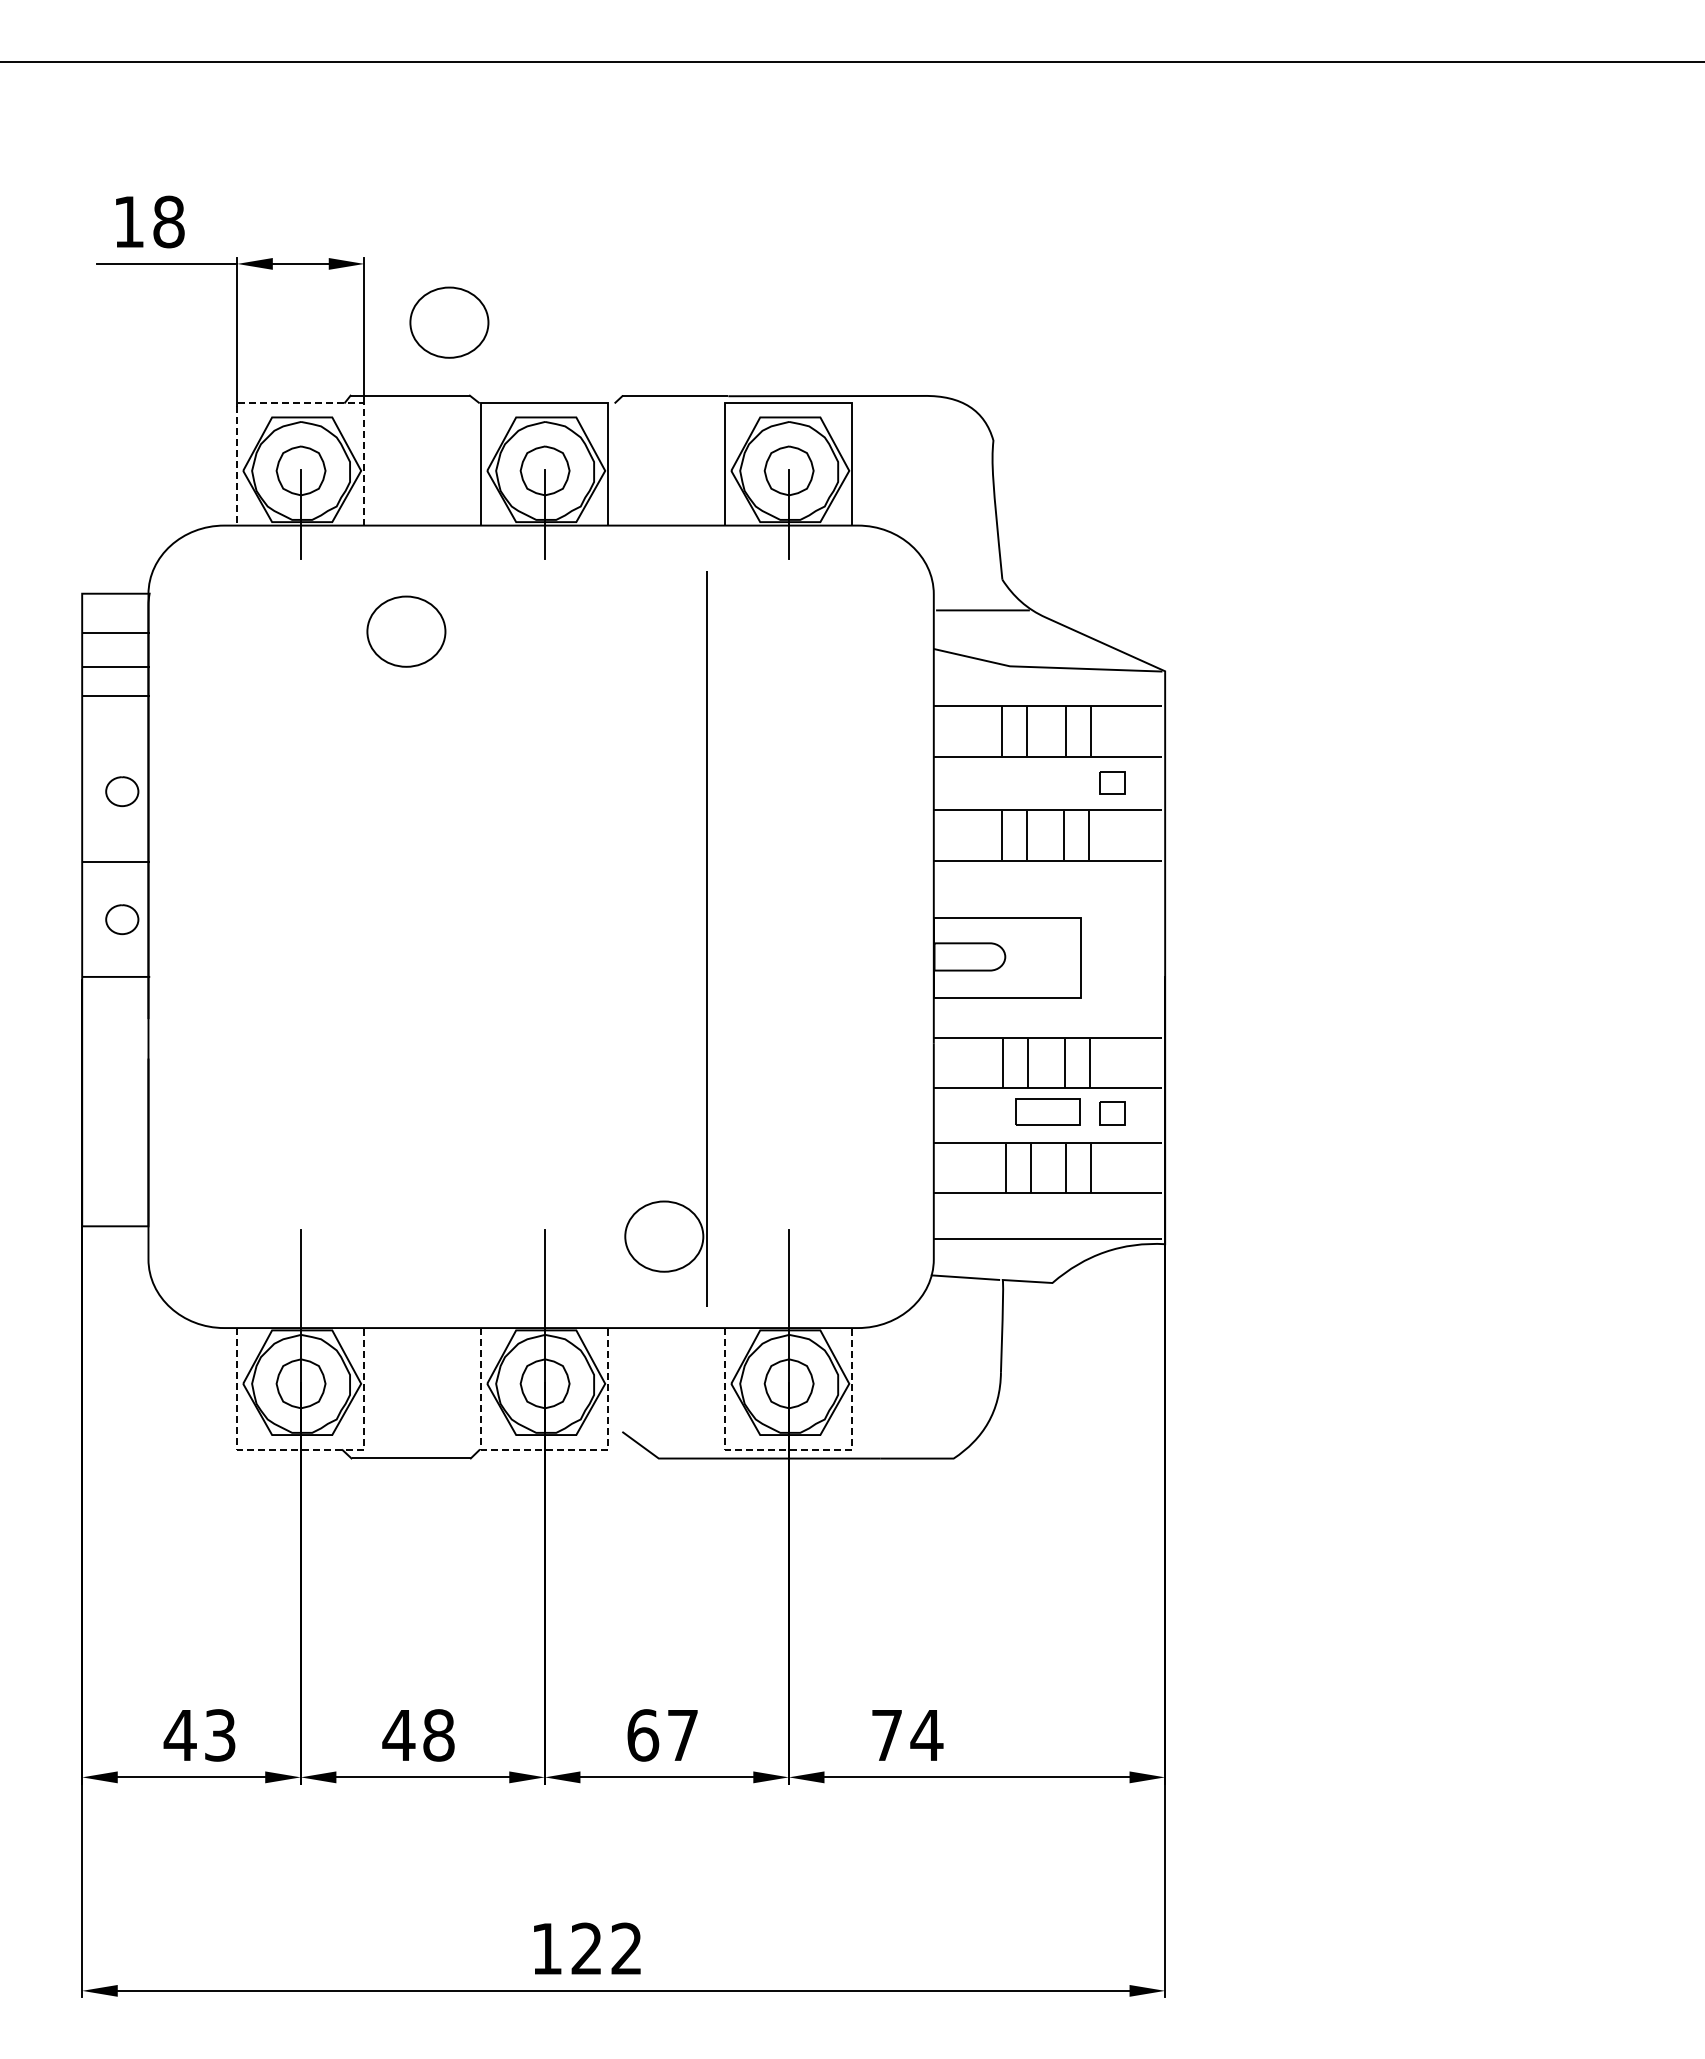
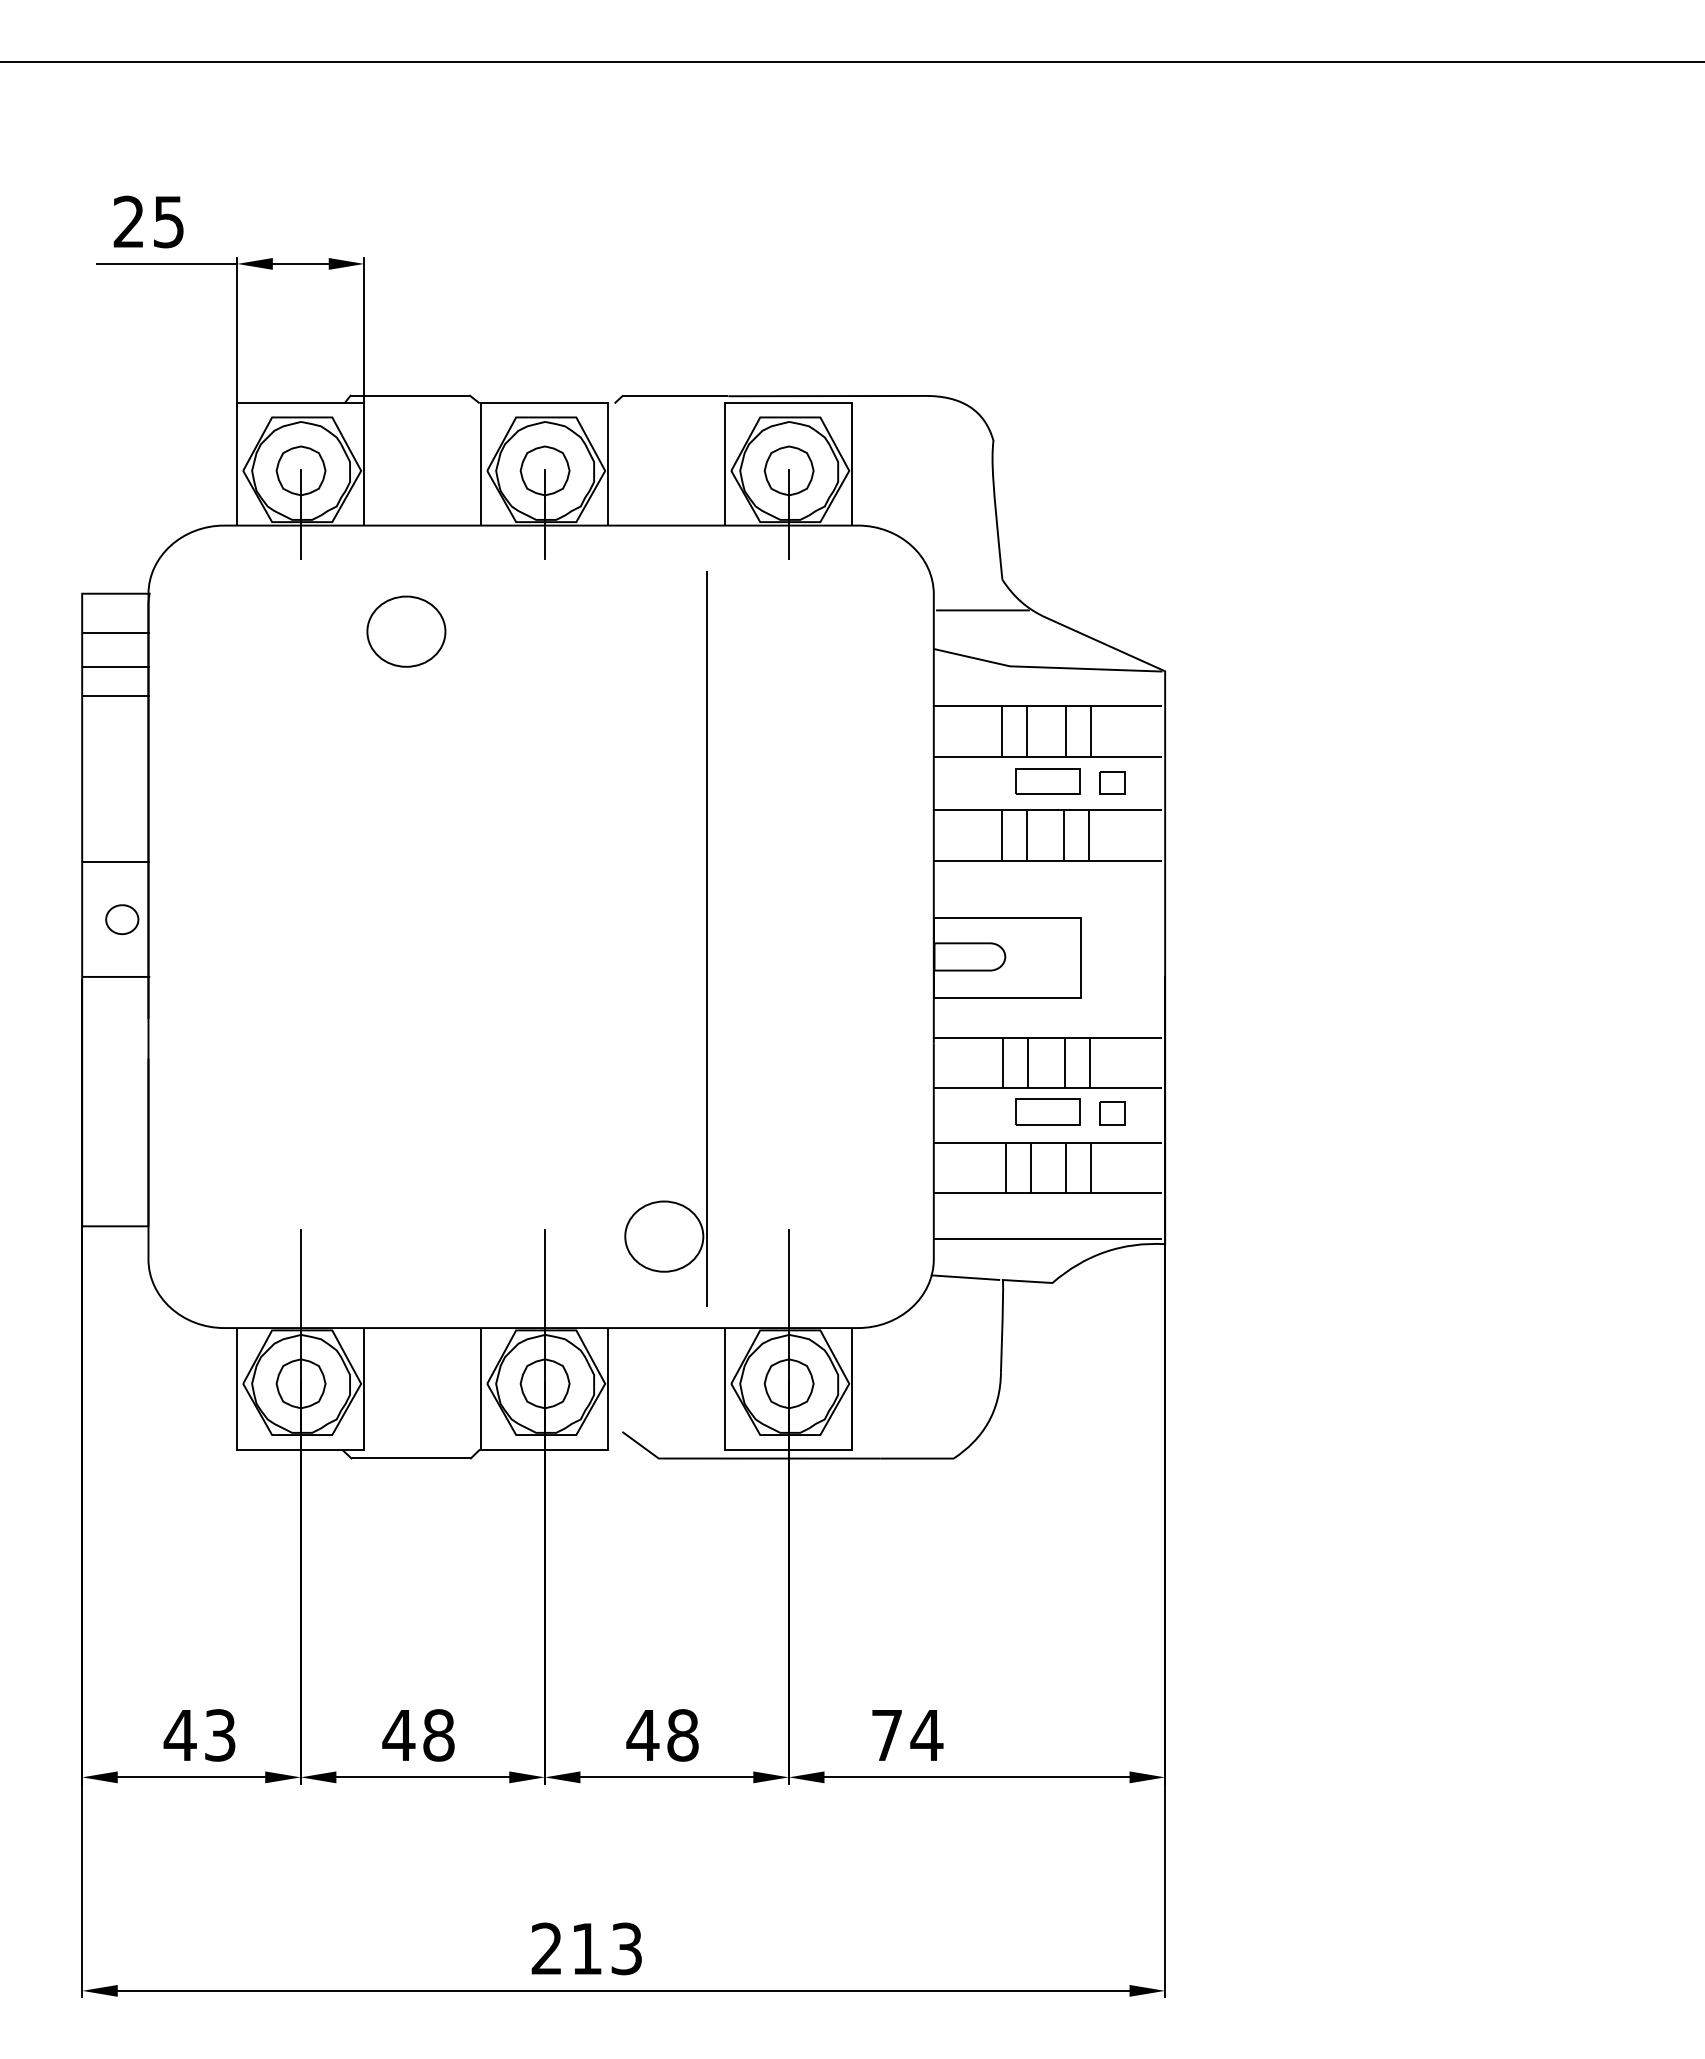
text at (148, 221): 18 -> 25
part at (449, 322): present -> none
line at (300, 402): dashed -> solid
part at (1047, 781): none -> present
part at (122, 791): present -> none
line at (300, 1449): dashed -> solid
line at (544, 1449): dashed -> solid
line at (788, 1449): dashed -> solid
text at (662, 1735): 67 -> 48
text at (586, 1948): 122 -> 213
